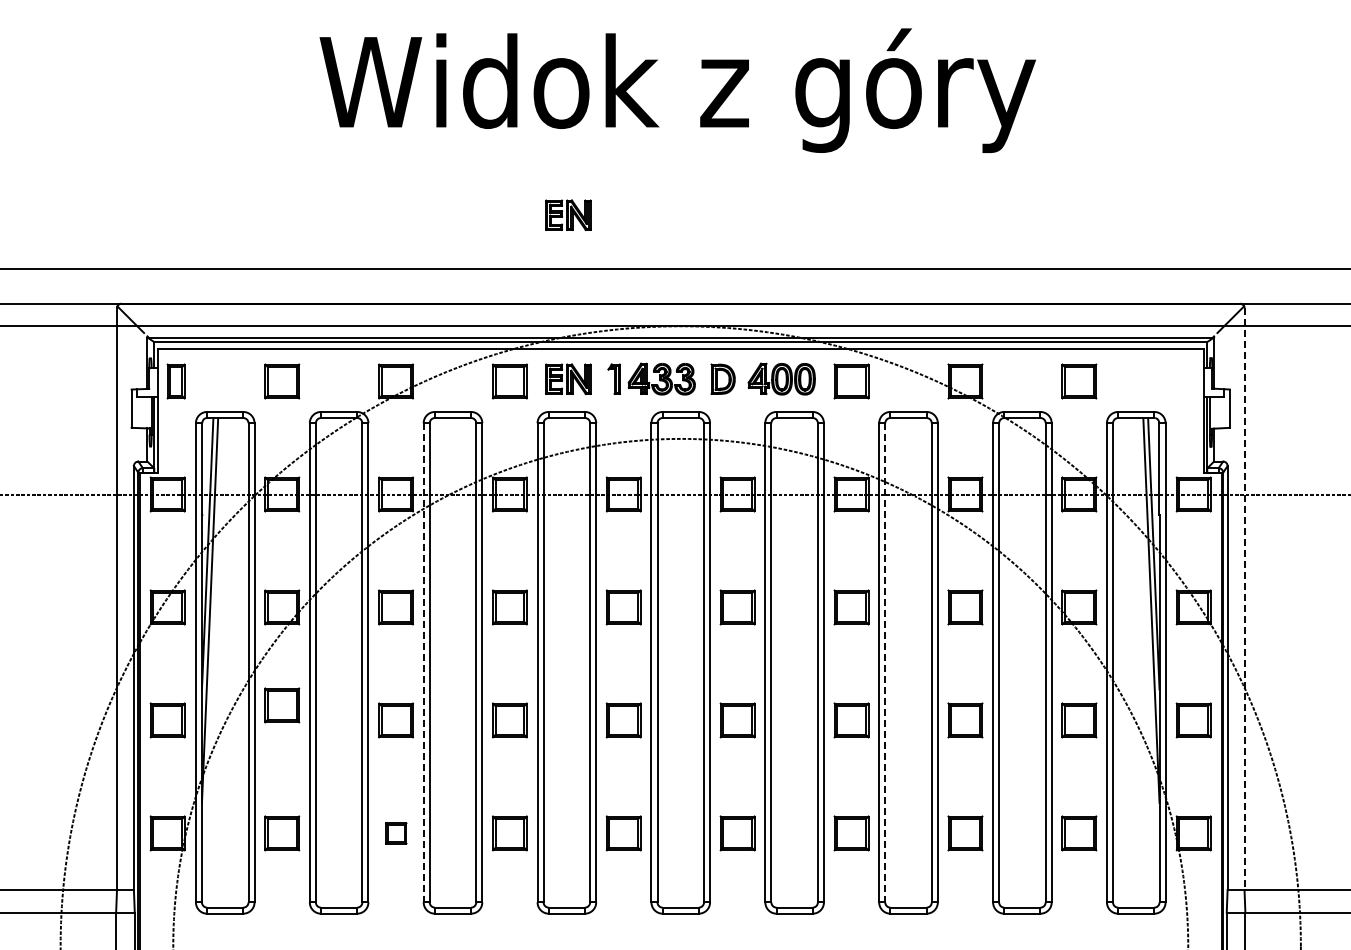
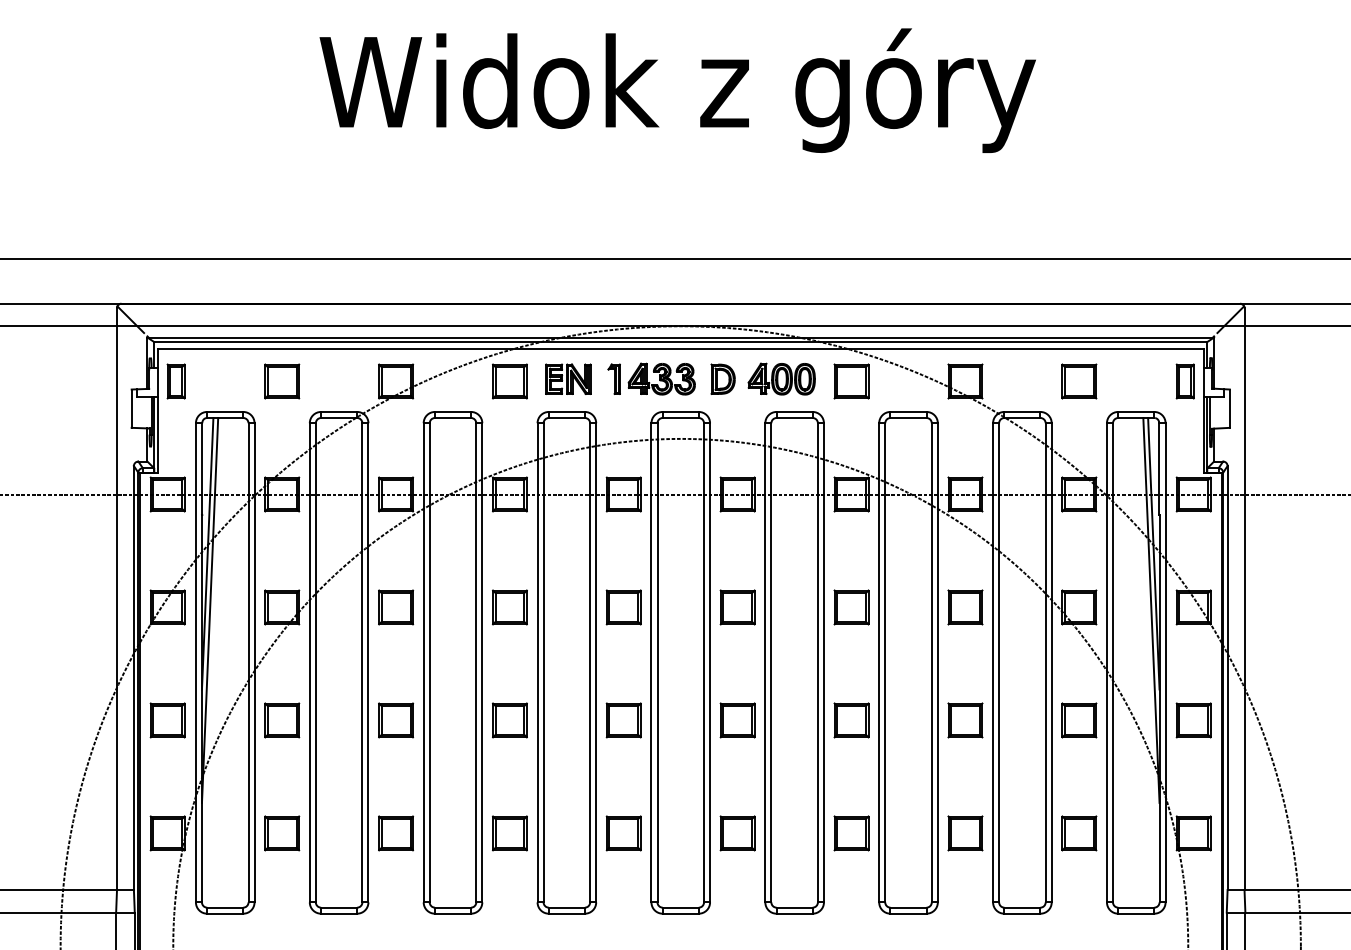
part at (568, 214): present -> none
line at (674, 268) position: (674, 268) -> (674, 258)
part at (1184, 381): none -> present
line at (1244, 599): dashed -> solid
line at (423, 662): dashed -> solid
line at (885, 662): dashed -> solid
part at (282, 705) position: (282, 705) -> (282, 720)
part at (396, 833) size: 23x23 px -> 37x37 px
